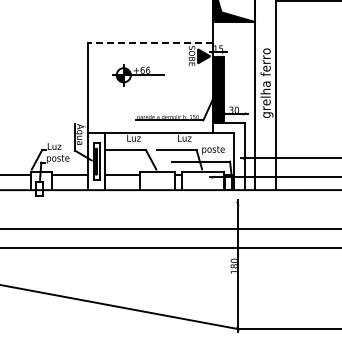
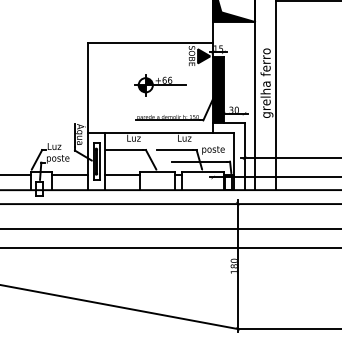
line at (150, 42): dashed -> solid
part at (138, 75) position: (138, 75) -> (160, 85)
line at (170, 204): none -> present
